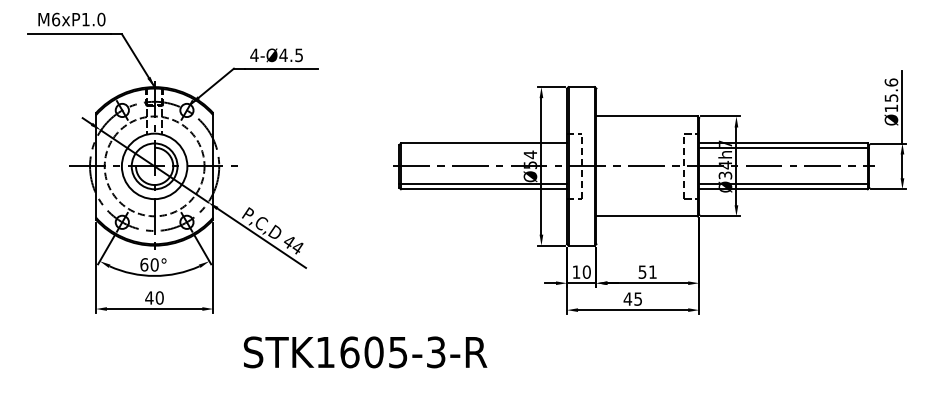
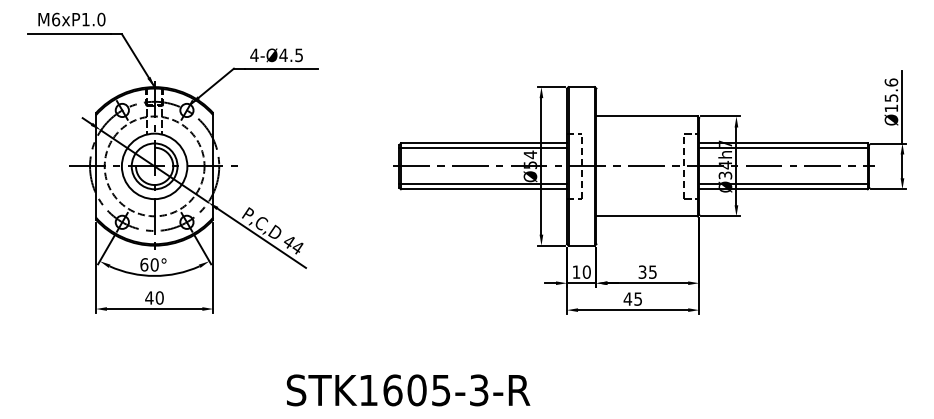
line at (483, 148): none -> present
text at (647, 271): 51 -> 35
text at (365, 352) position: (365, 352) -> (408, 390)
